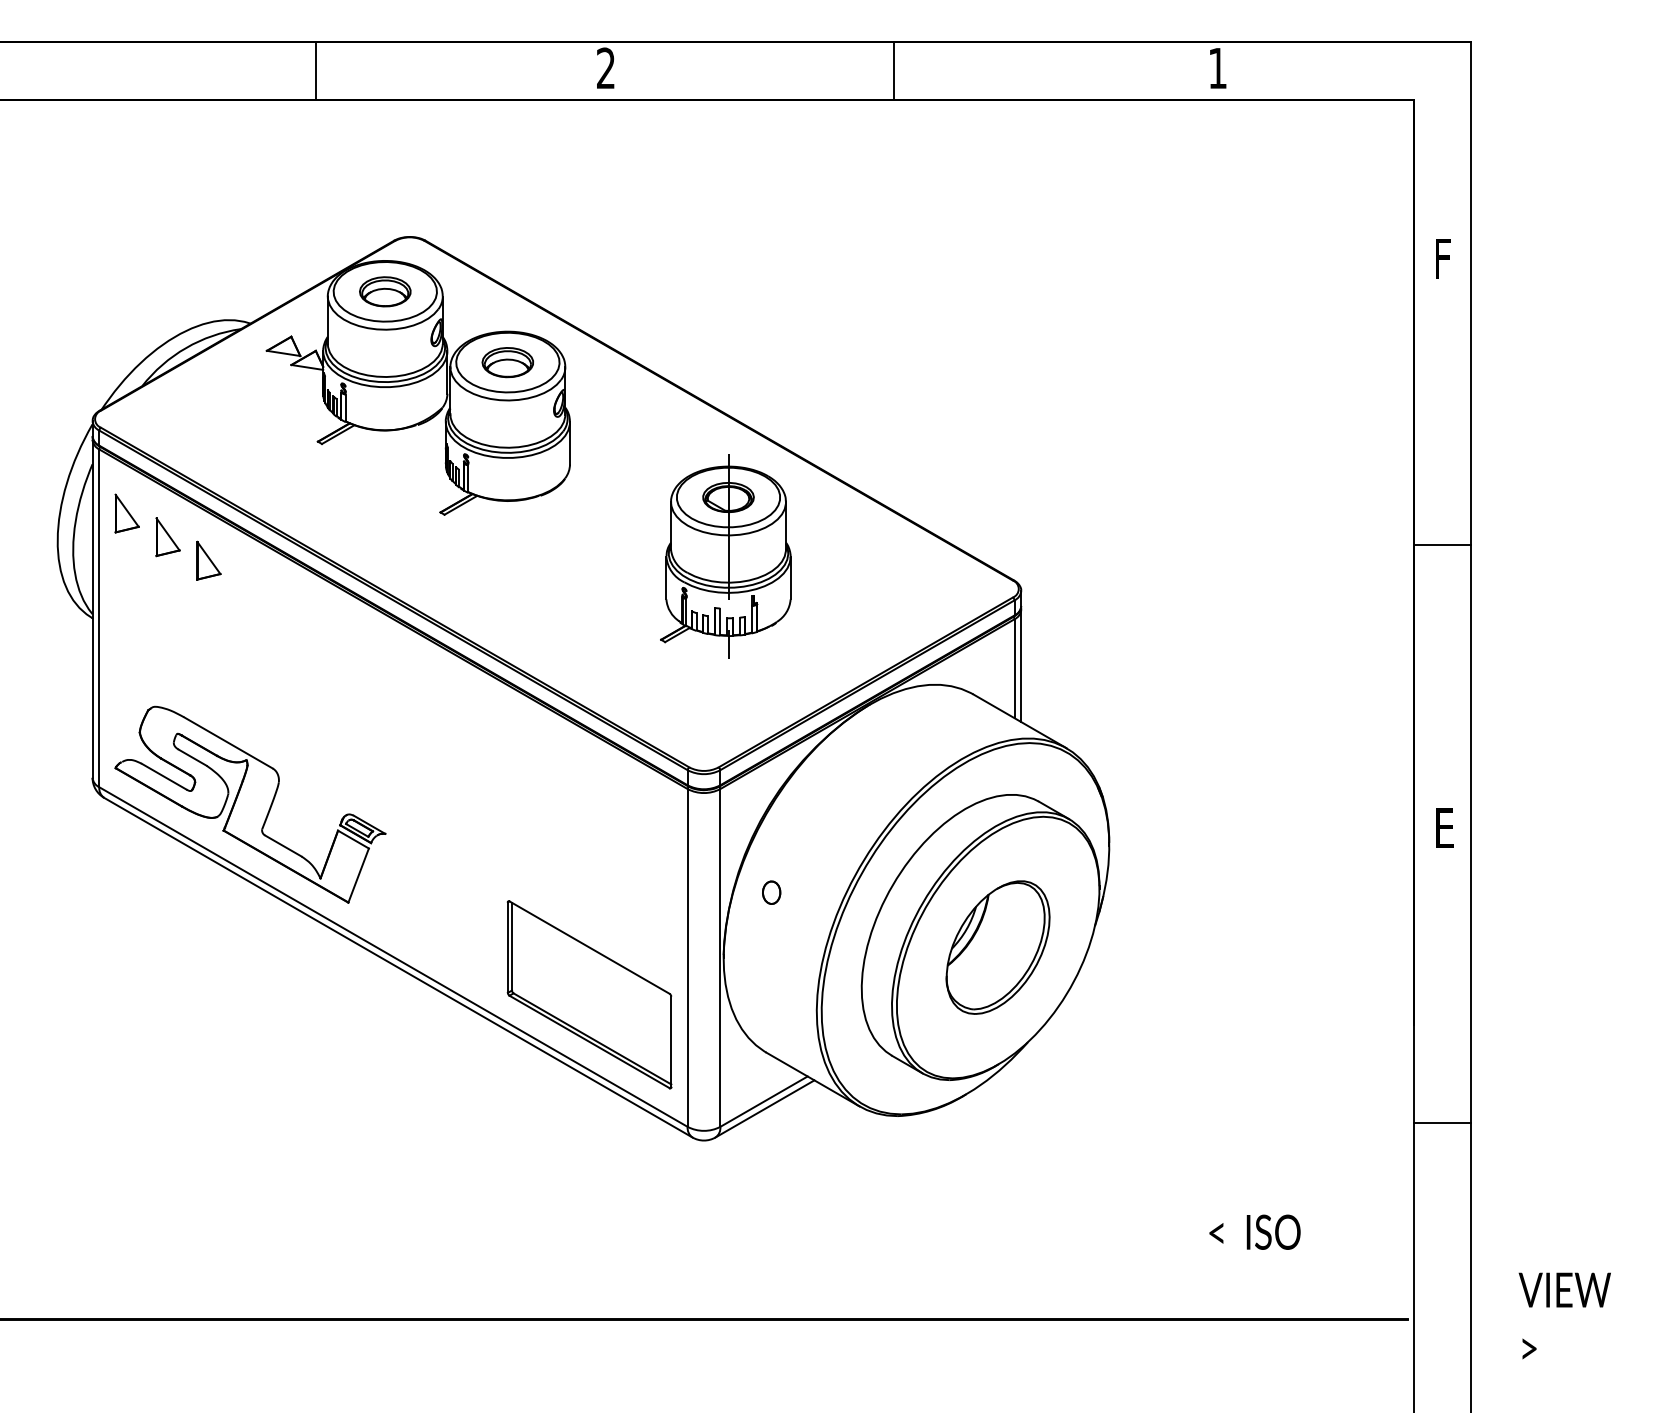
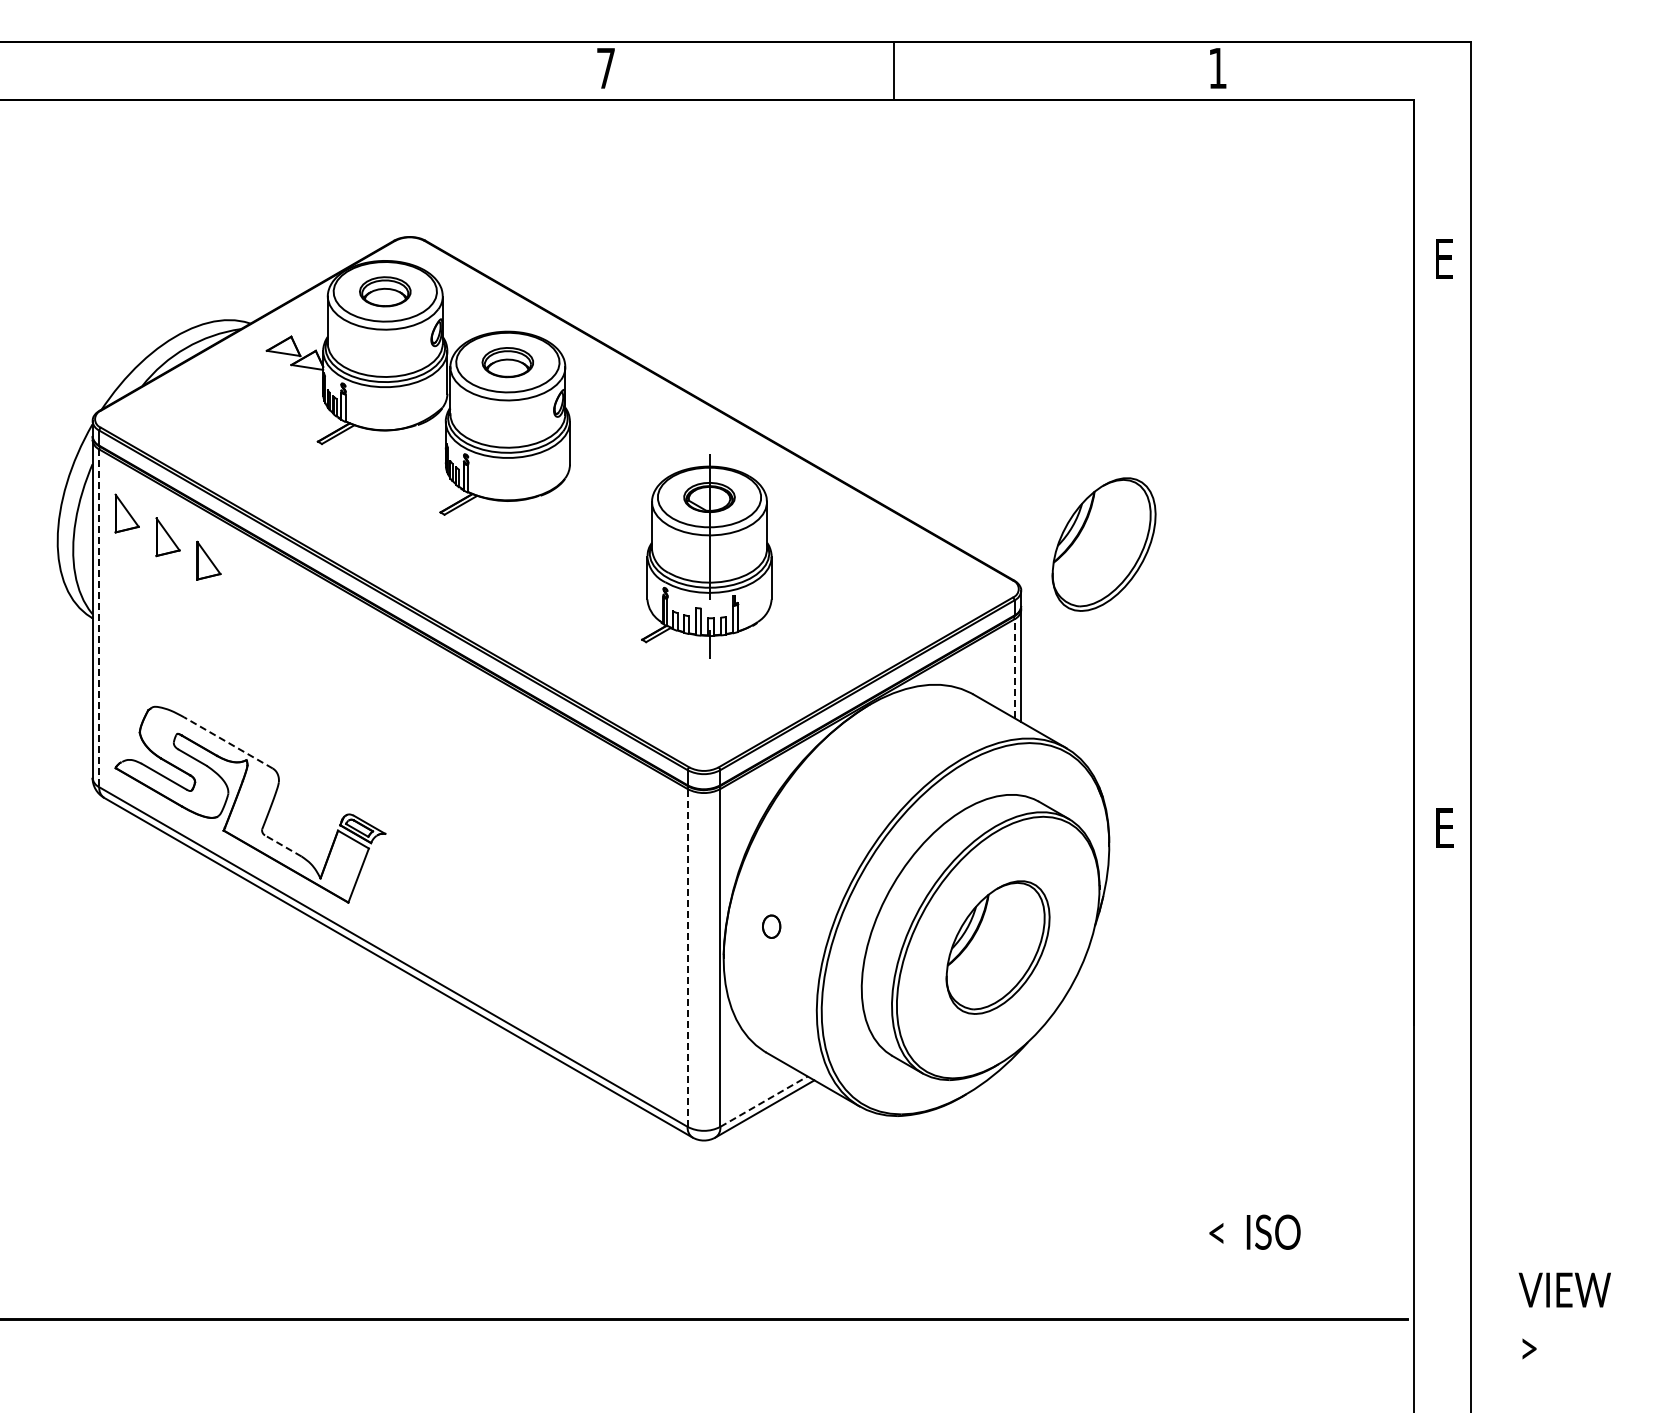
text at (605, 67): 2 -> 7
line at (315, 71): present -> none
text at (1445, 258): F -> E
part at (1103, 544): none -> present
line at (1442, 545): present -> none
part at (725, 556) position: (725, 556) -> (706, 556)
line at (99, 618): solid -> dashed
line at (1014, 668): solid -> dashed
line at (228, 742): solid -> dashed
line at (282, 845): solid -> dashed
part at (771, 892) position: (771, 892) -> (771, 926)
line at (687, 957): solid -> dashed
part at (589, 994): present -> none
line at (764, 1101): solid -> dashed
line at (1442, 1122): present -> none
